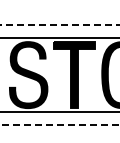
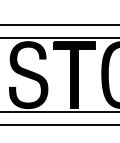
line at (60, 25): dashed -> solid
line at (60, 124): dashed -> solid
